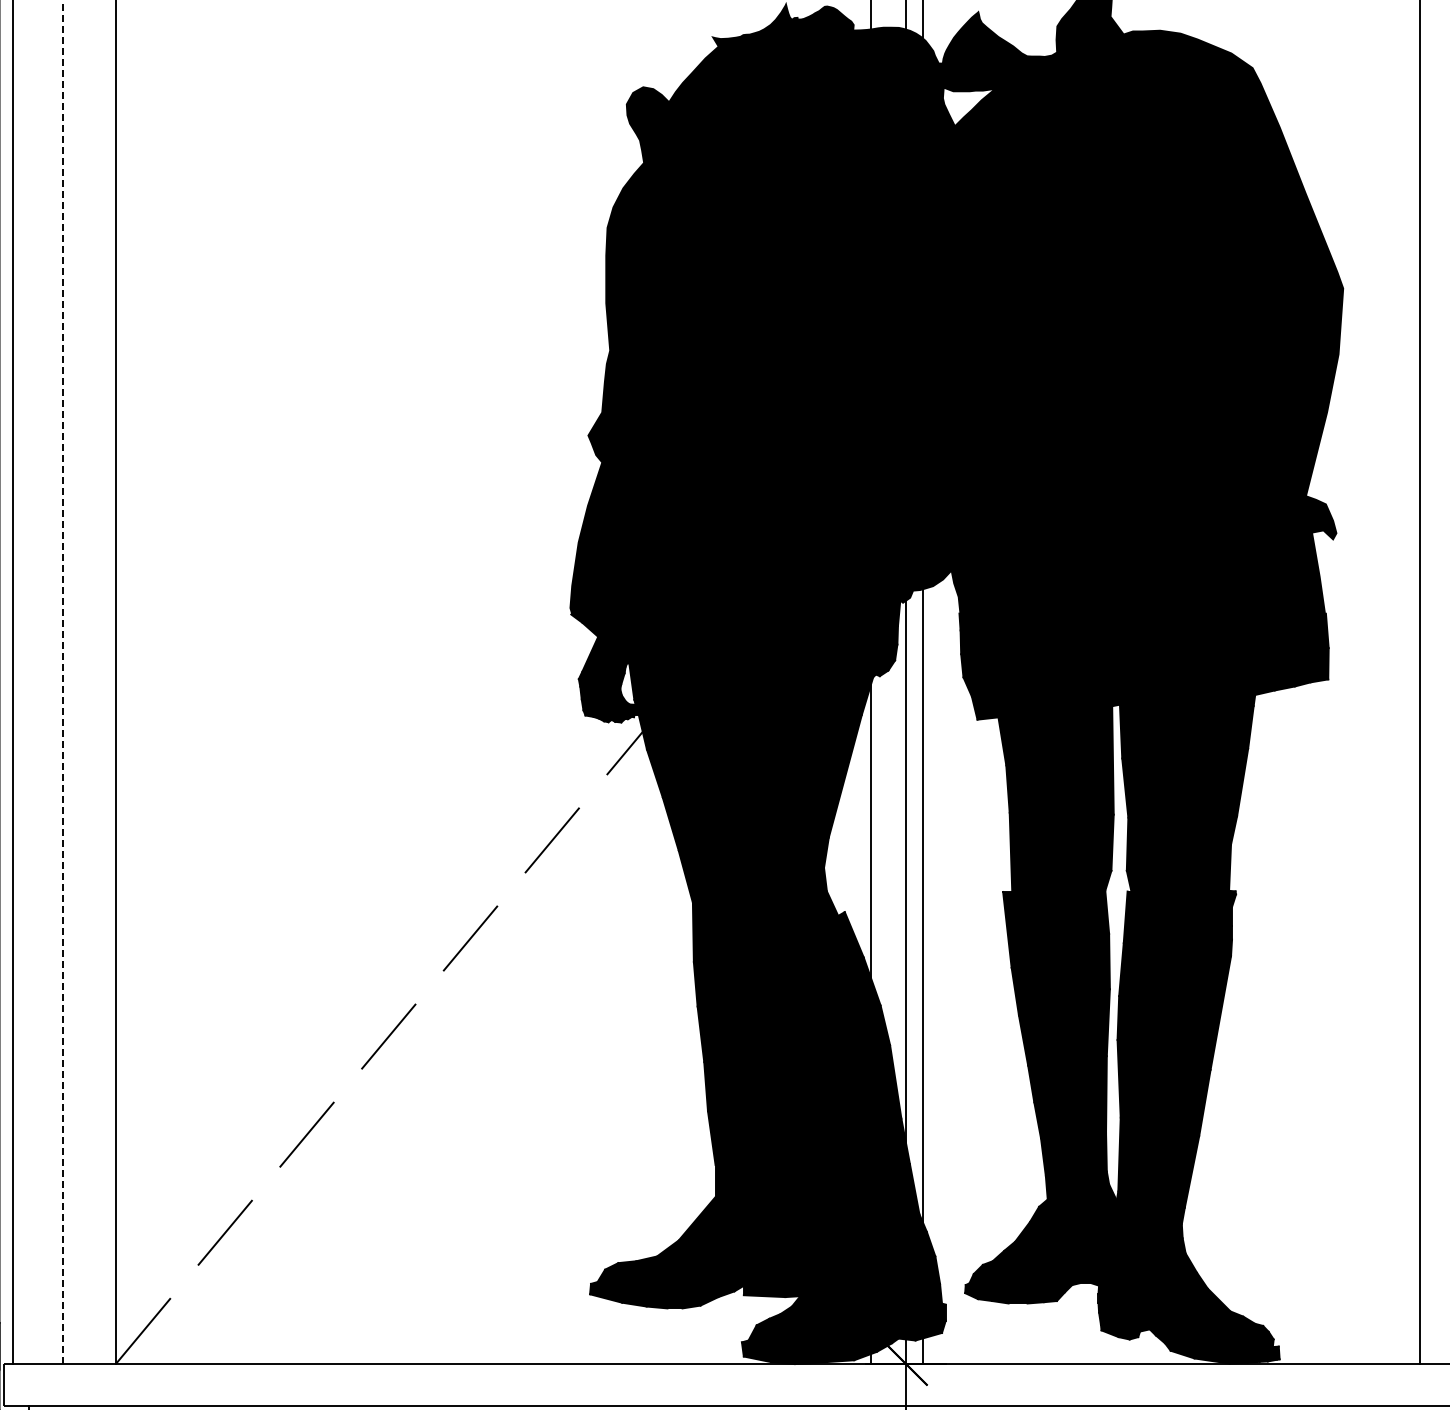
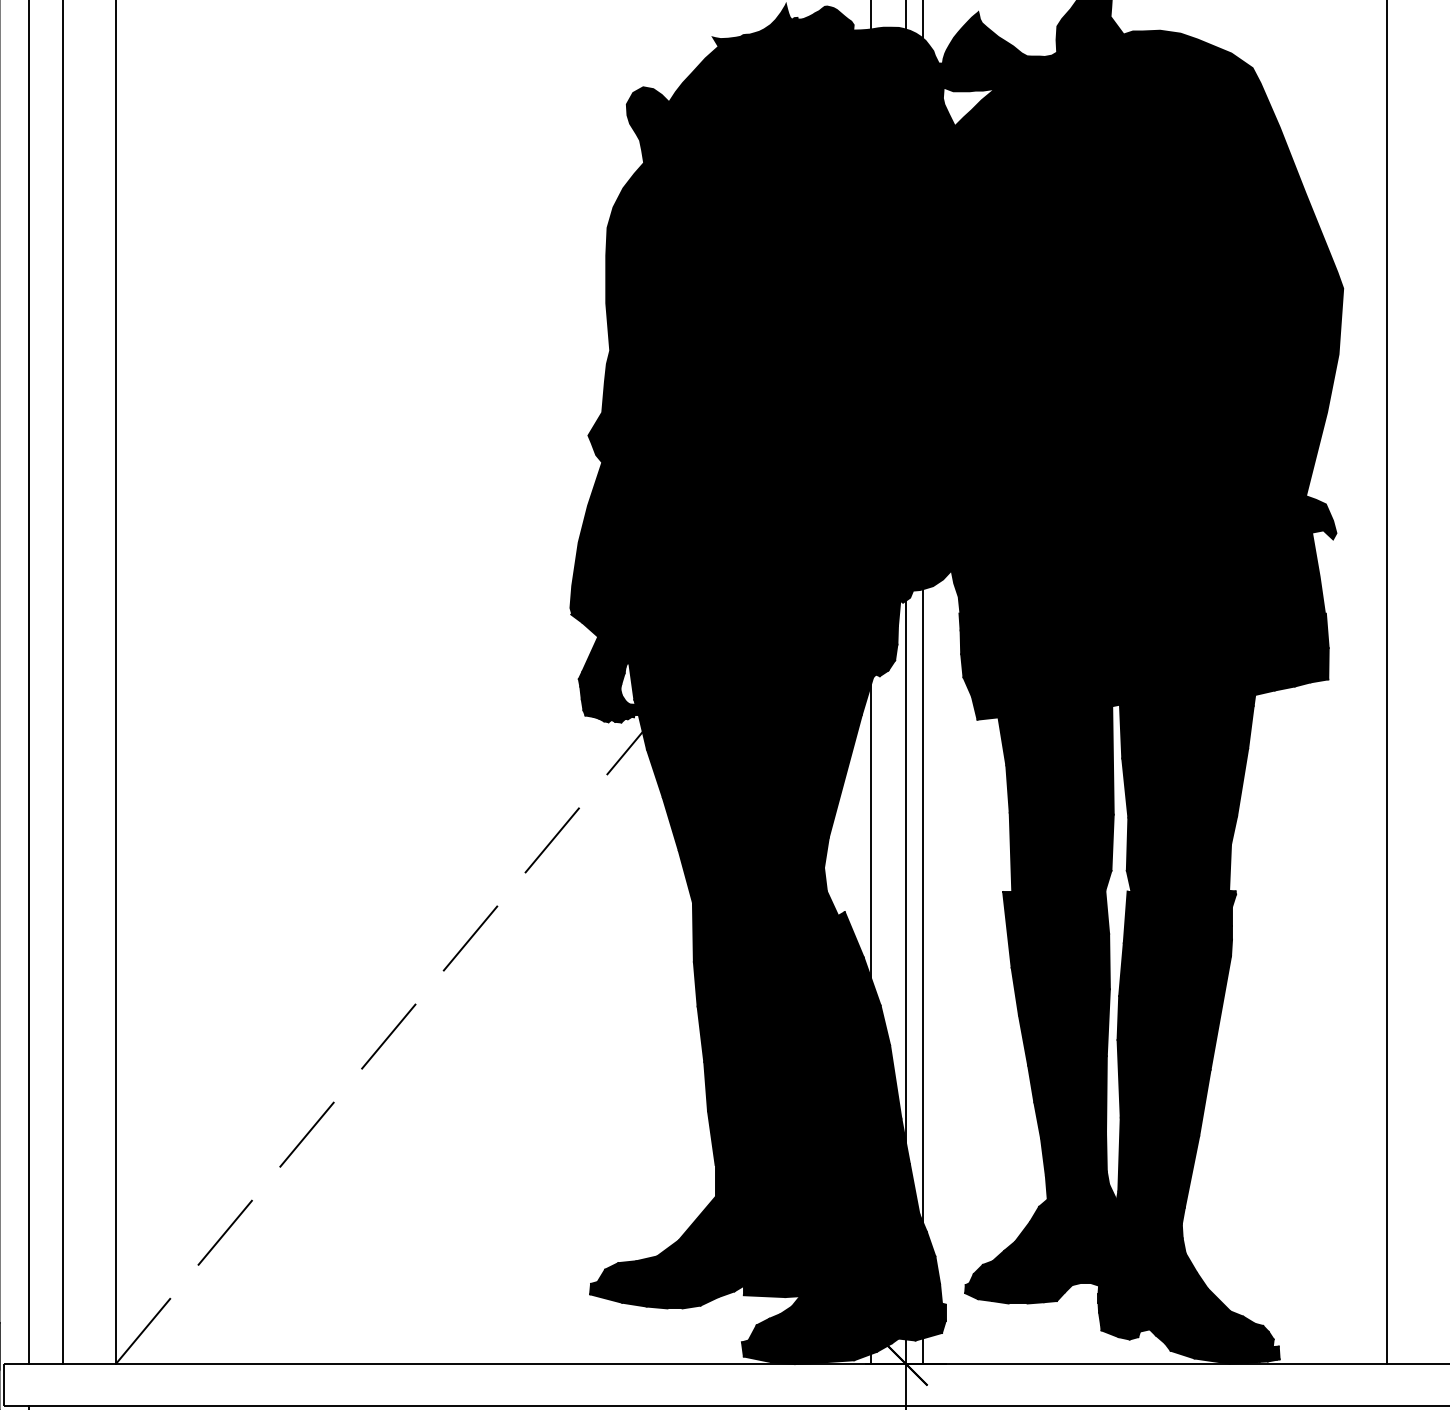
line at (63, 681): dashed -> solid
line at (13, 682) position: (13, 682) -> (29, 682)
line at (1420, 682) position: (1420, 682) -> (1387, 682)
